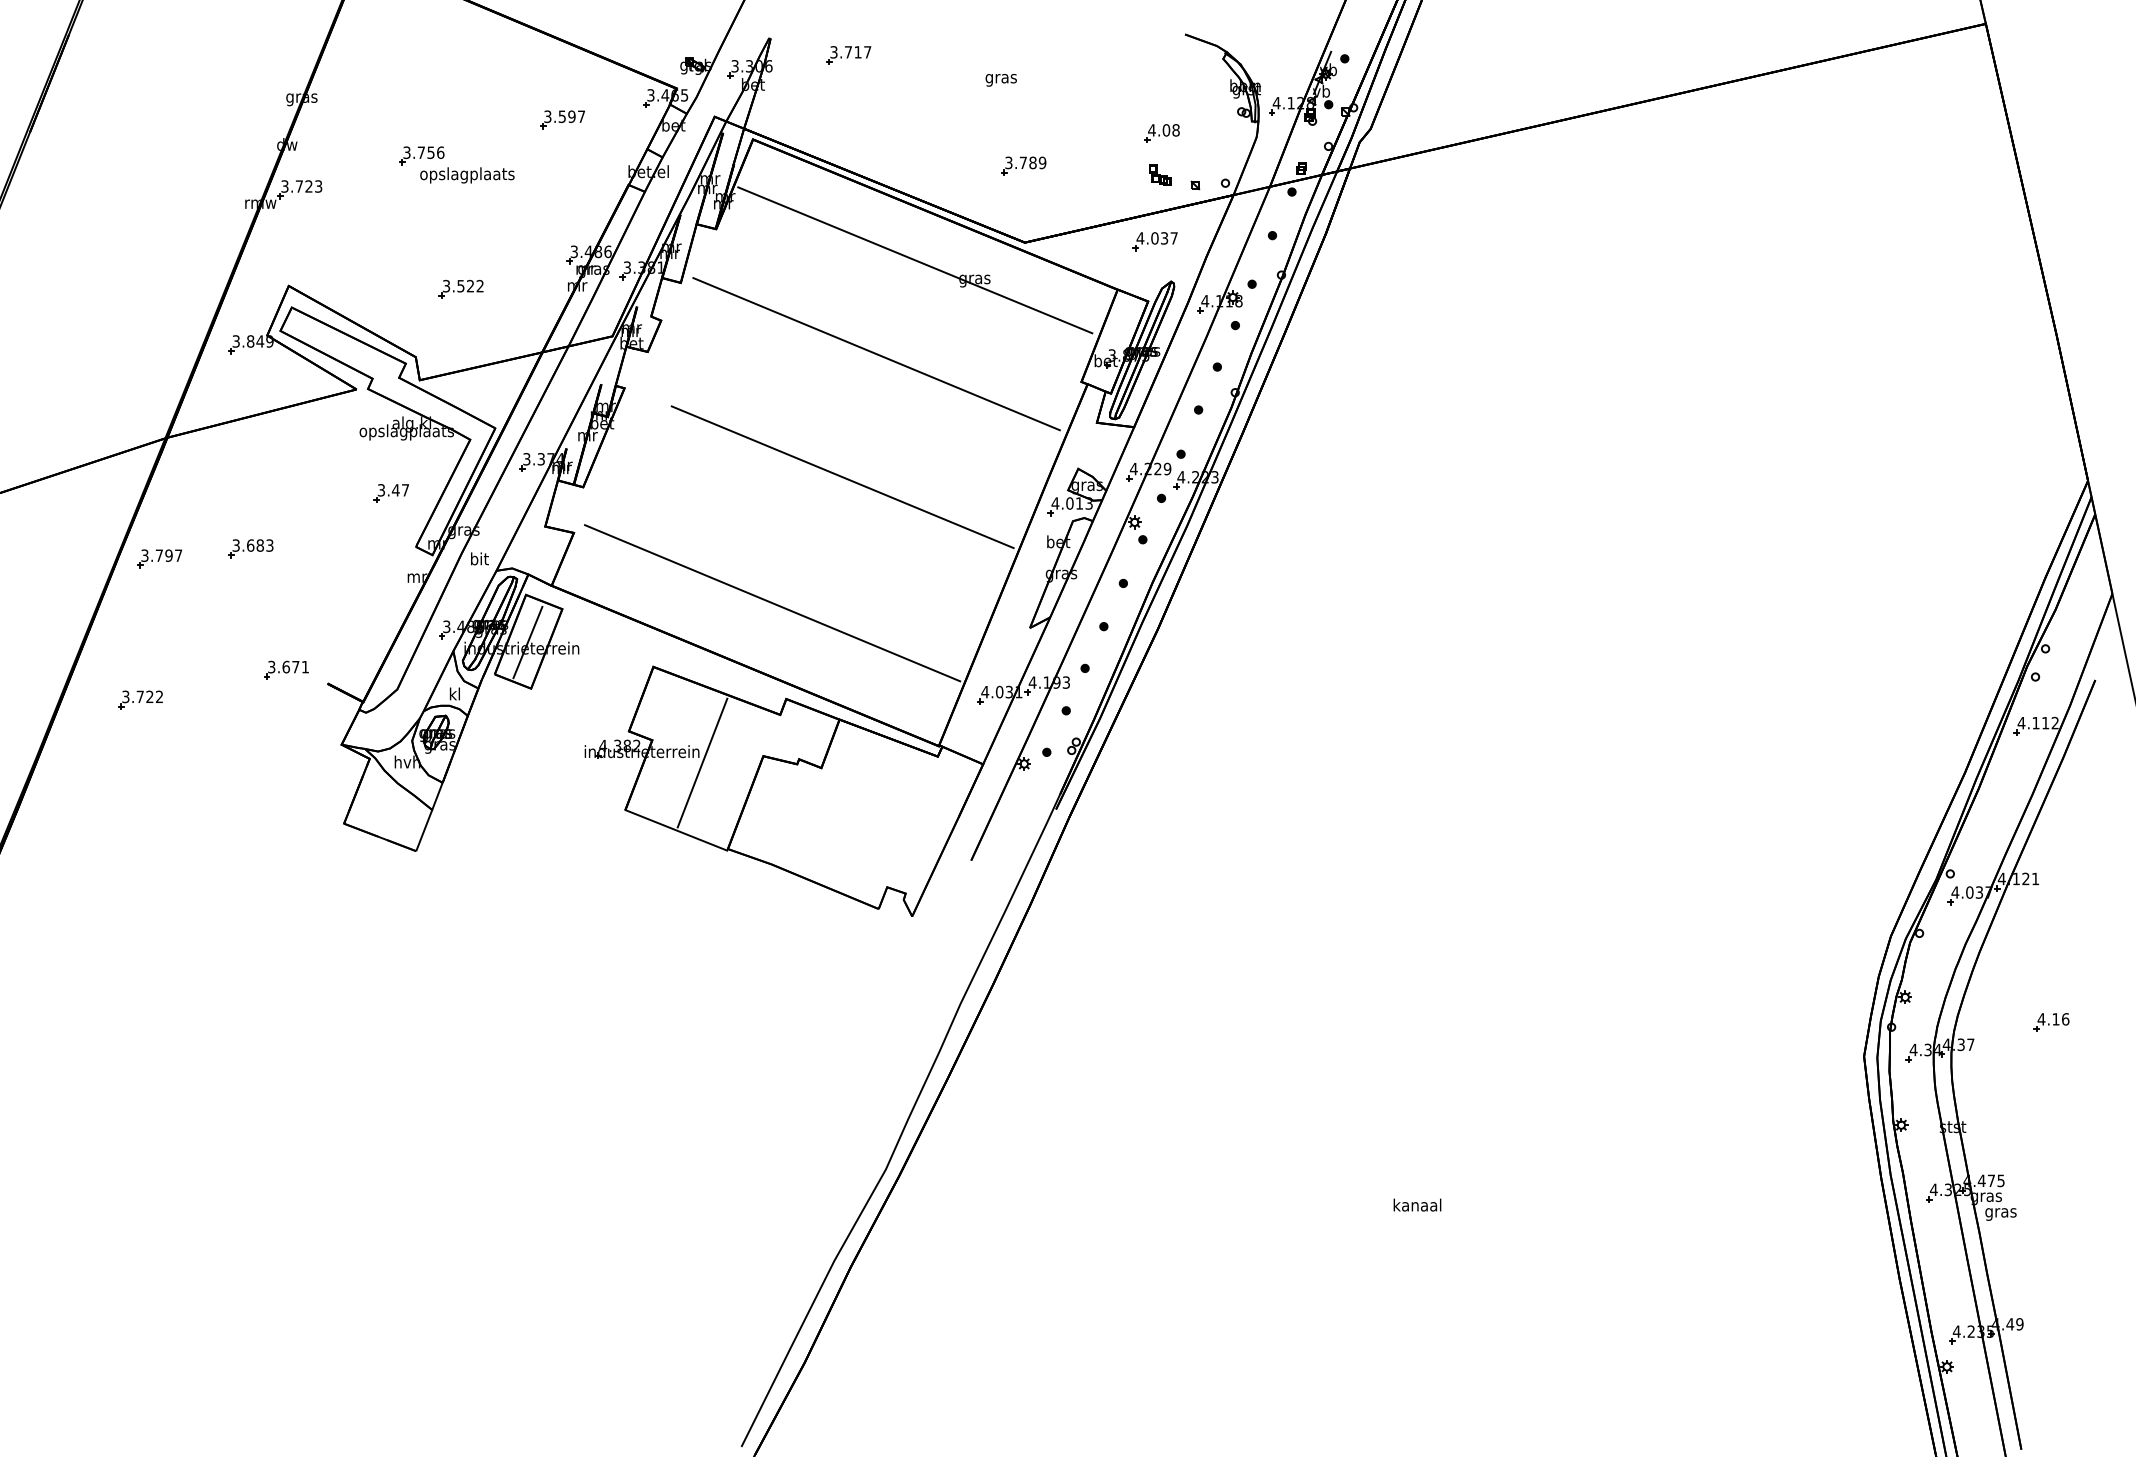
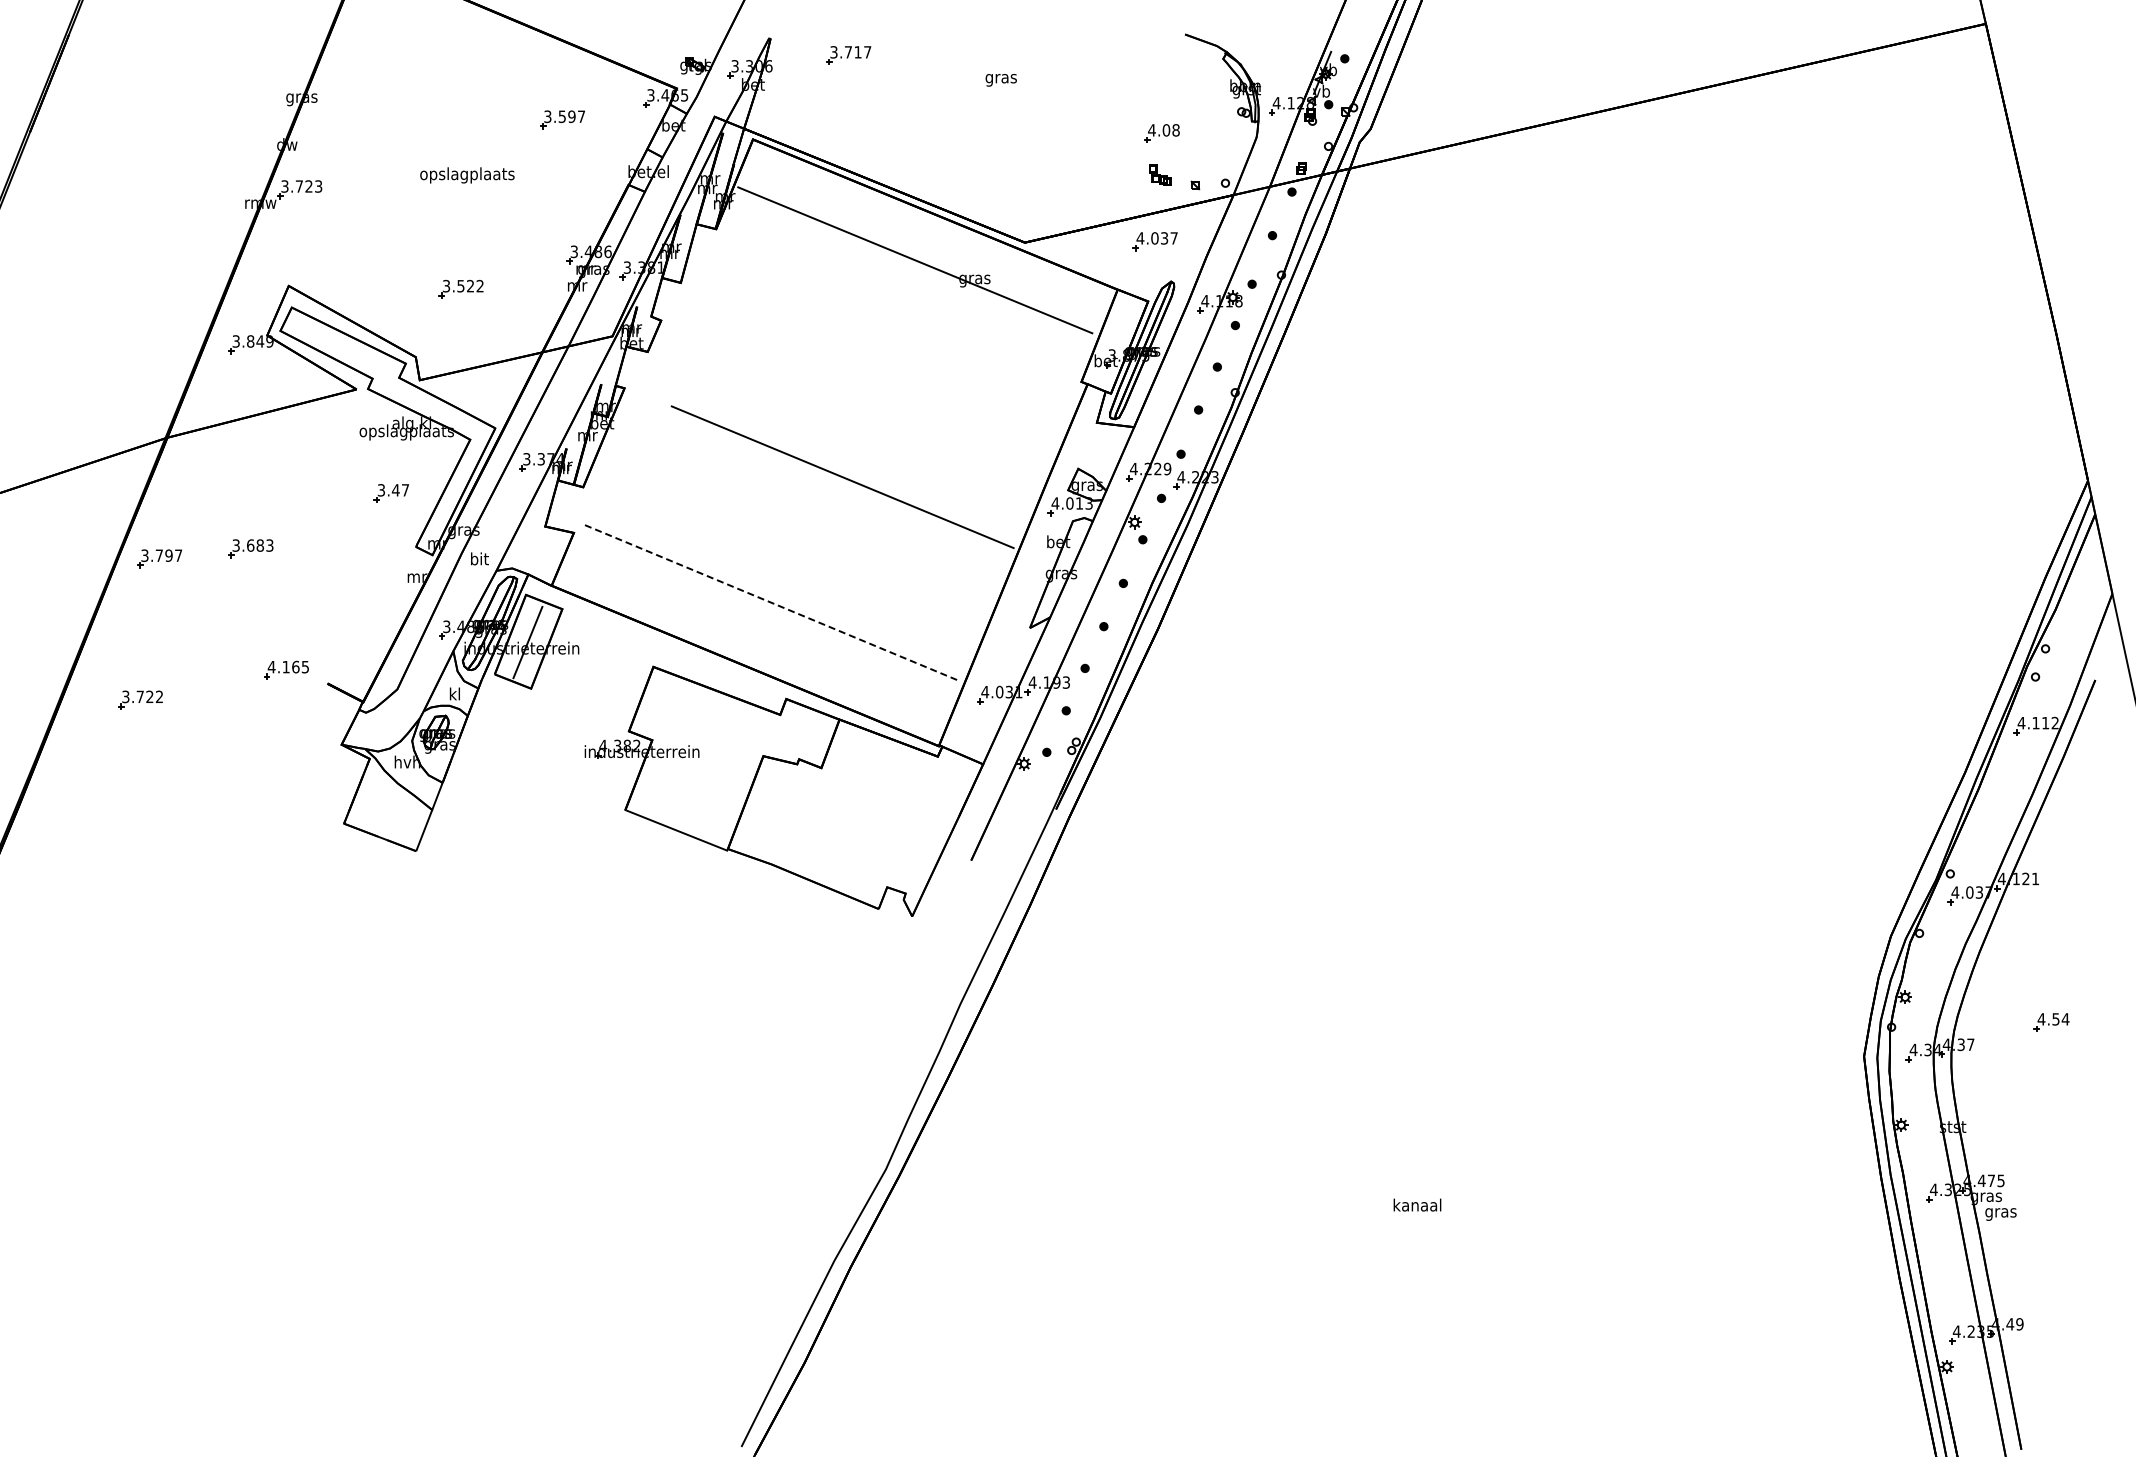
part at (421, 155): present -> none
part at (1023, 165): present -> none
line at (876, 354): present -> none
line at (773, 603): solid -> dashed
text at (287, 666): 3.671 -> 4.165
line at (702, 762): present -> none
text at (2060, 1019): 4.16 -> 4.54
